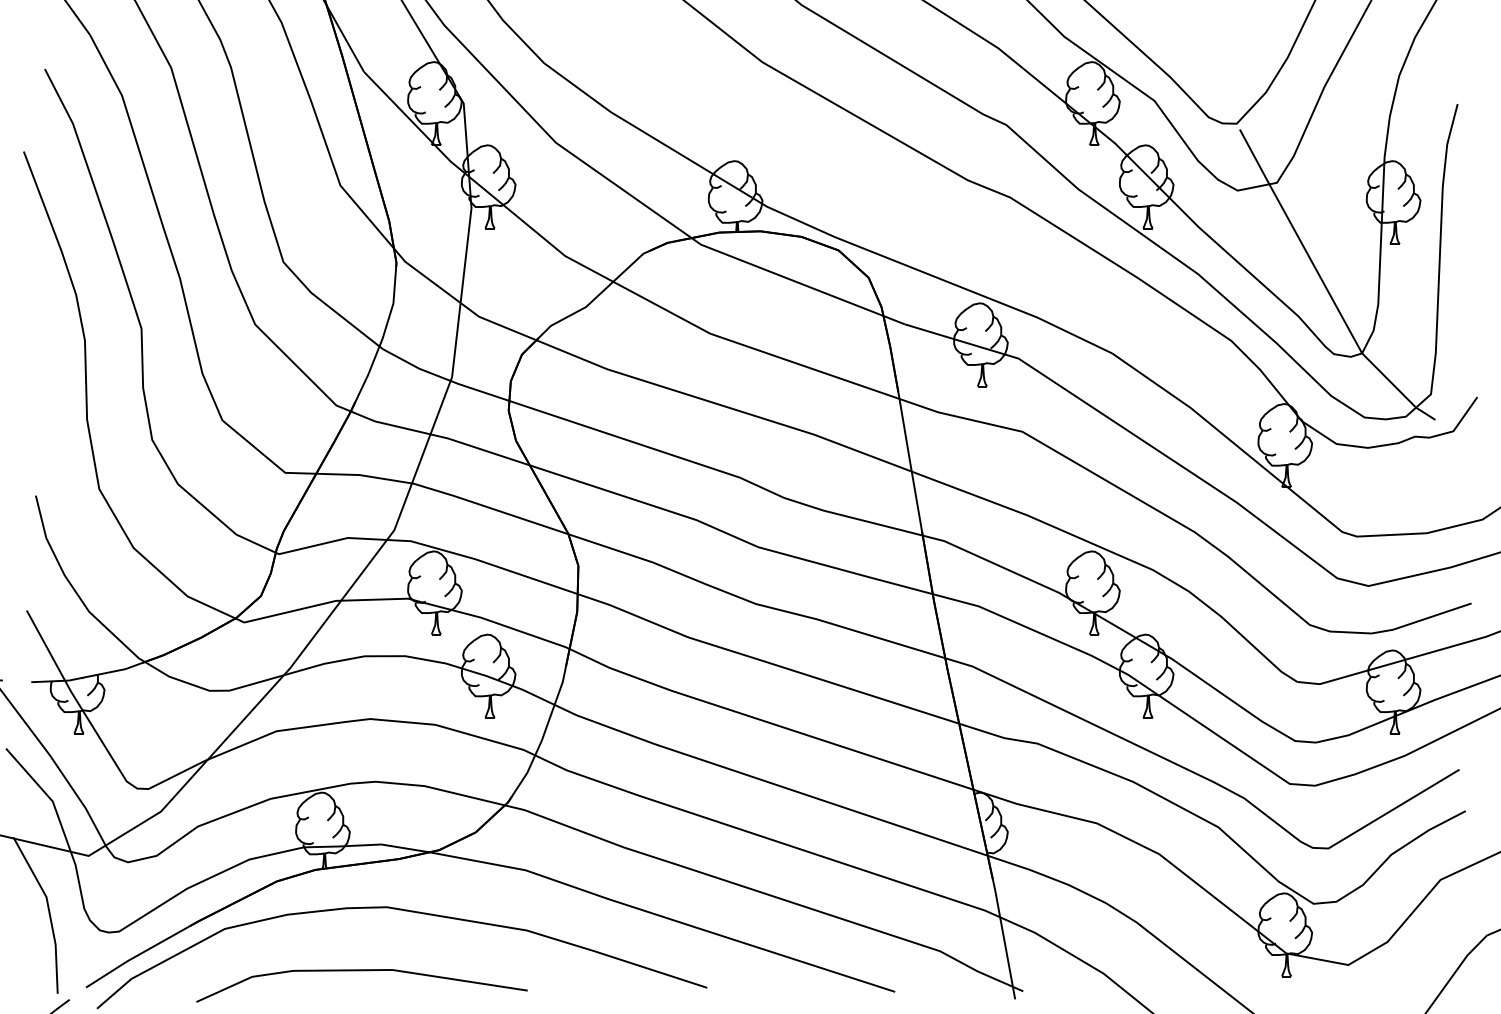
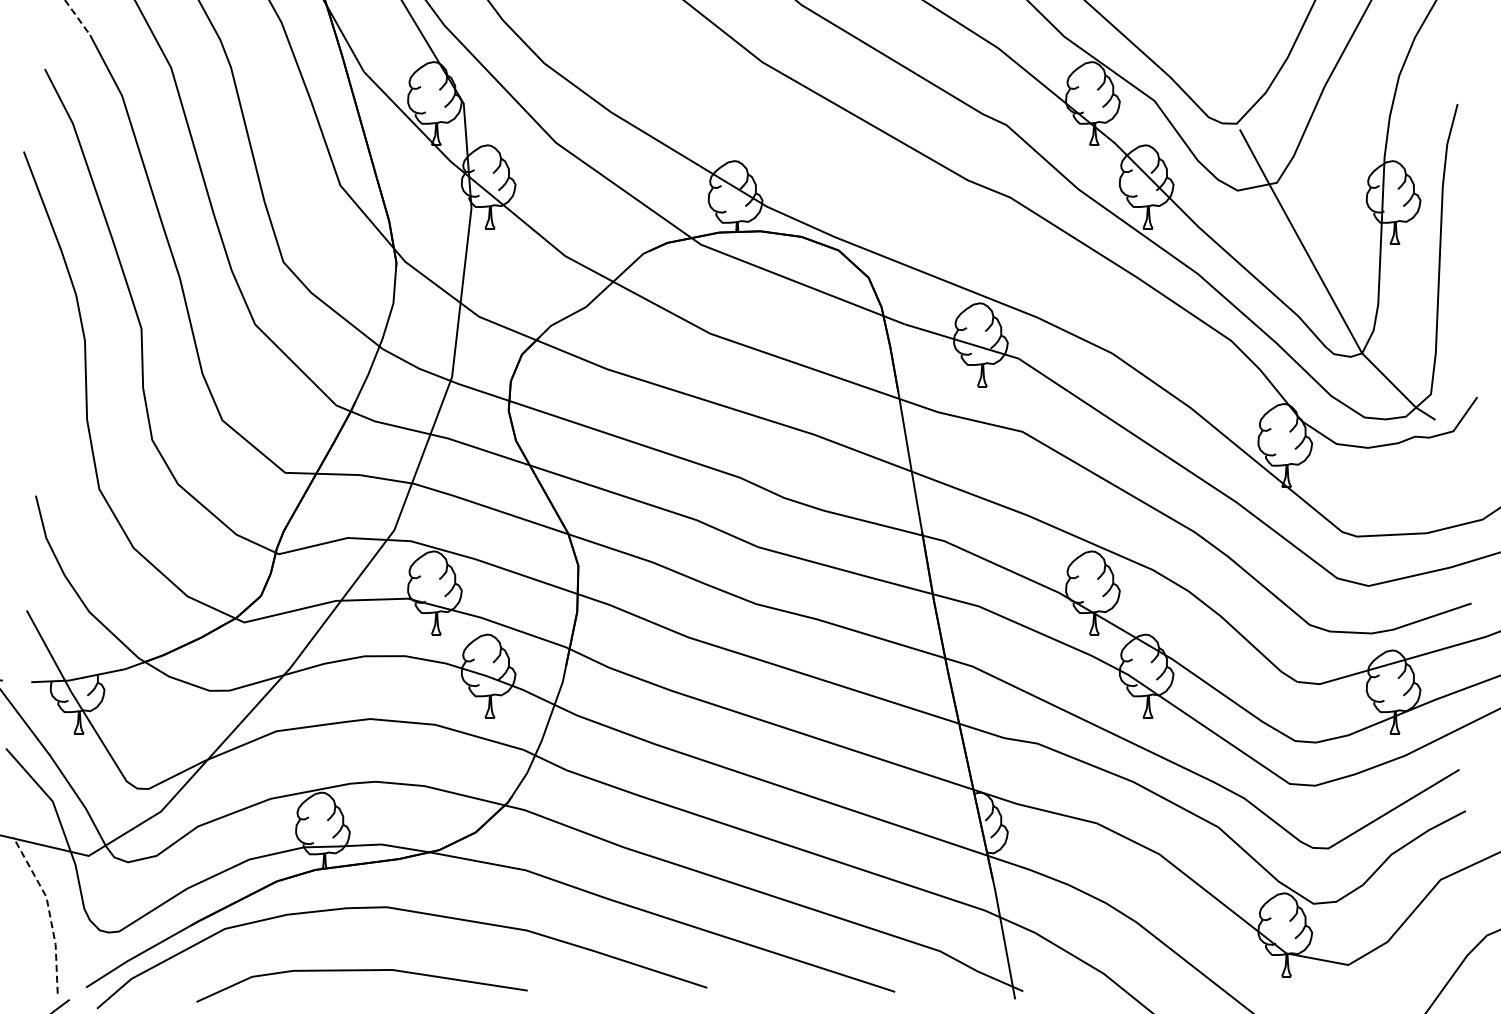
line at (77, 18): solid -> dashed
line at (49, 911): solid -> dashed
